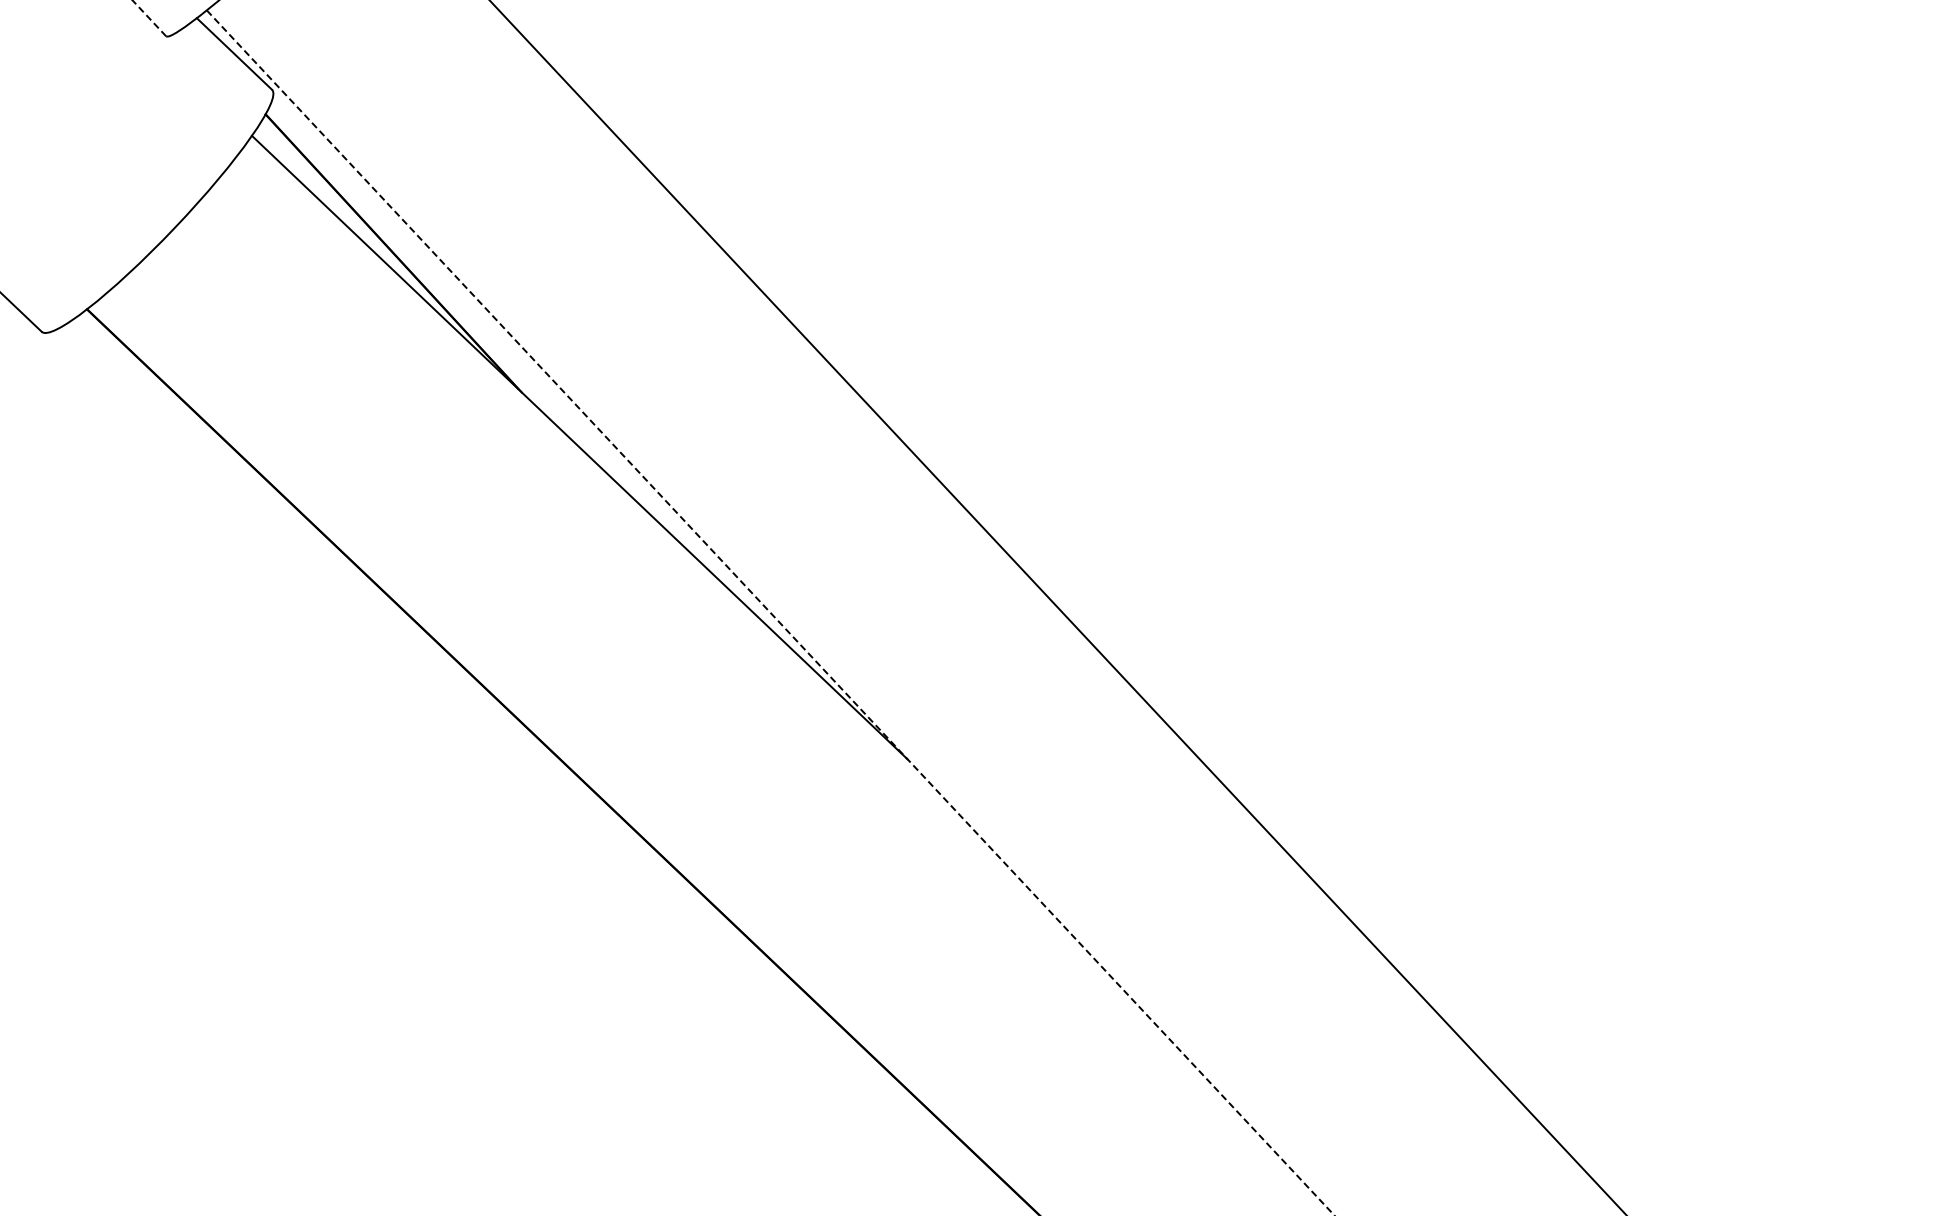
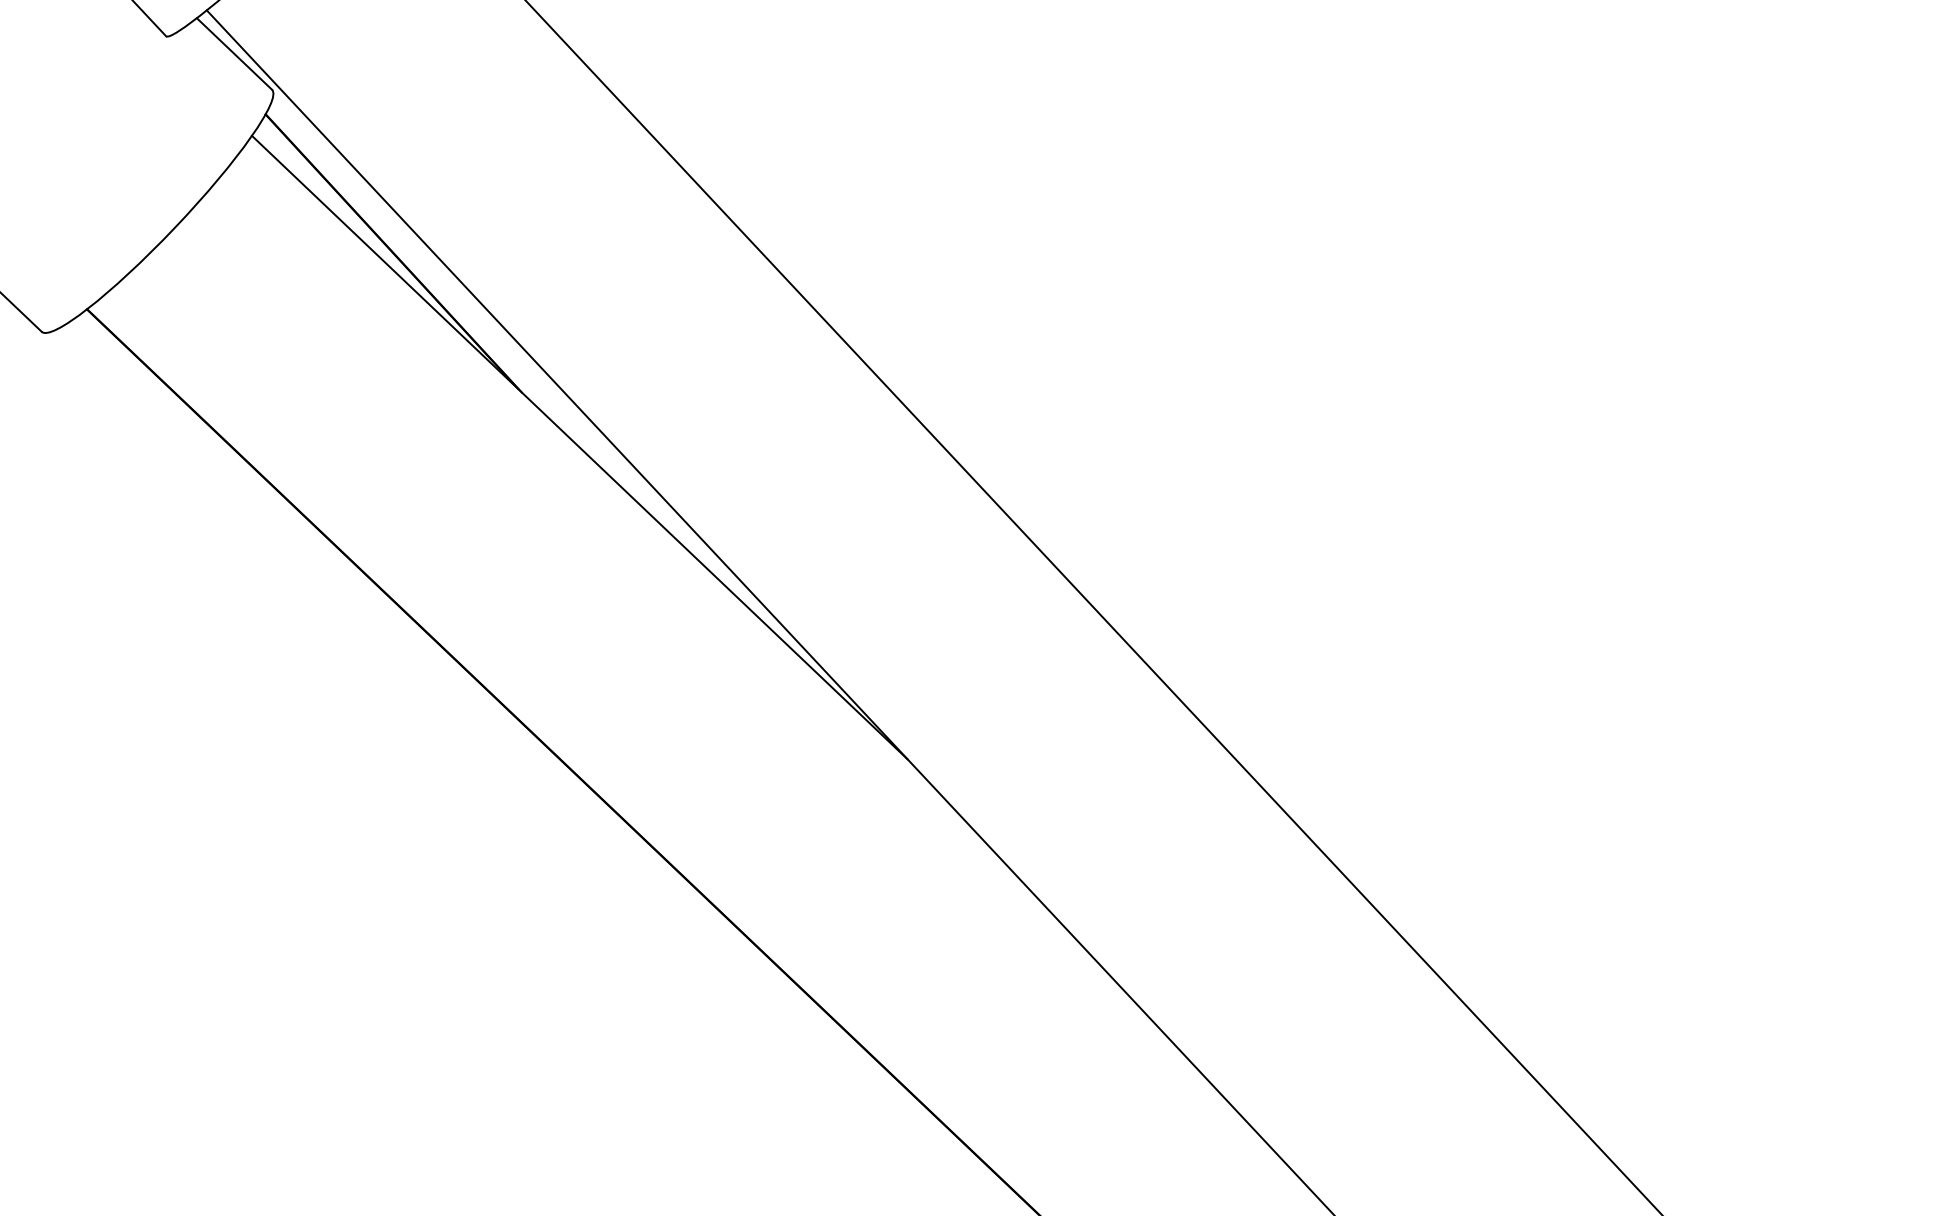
line at (149, 18): dashed -> solid
line at (1057, 607) position: (1057, 607) -> (1093, 607)
line at (771, 613): dashed -> solid
